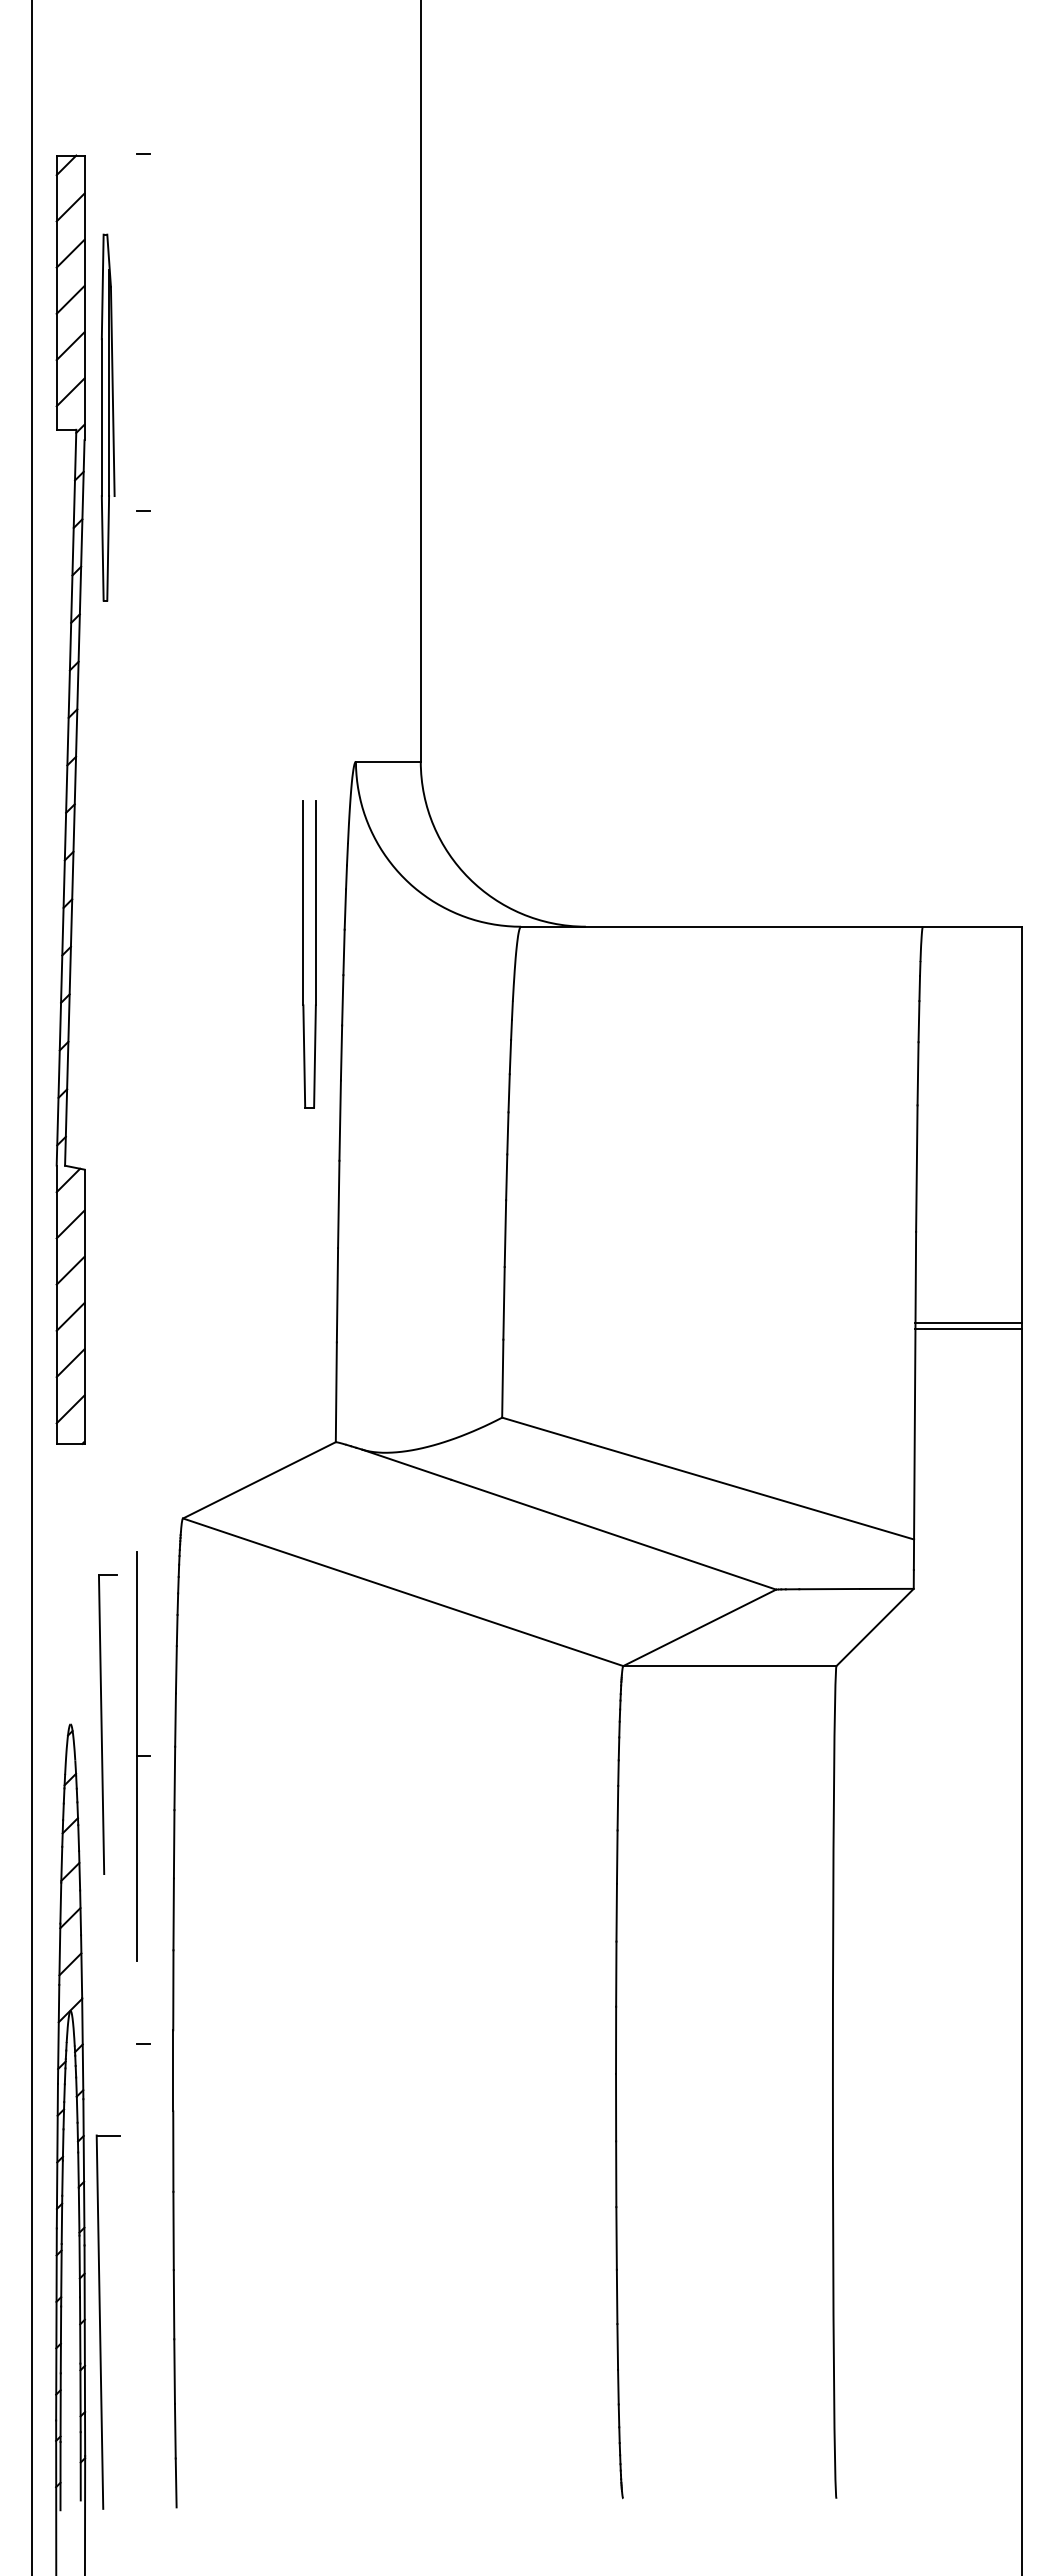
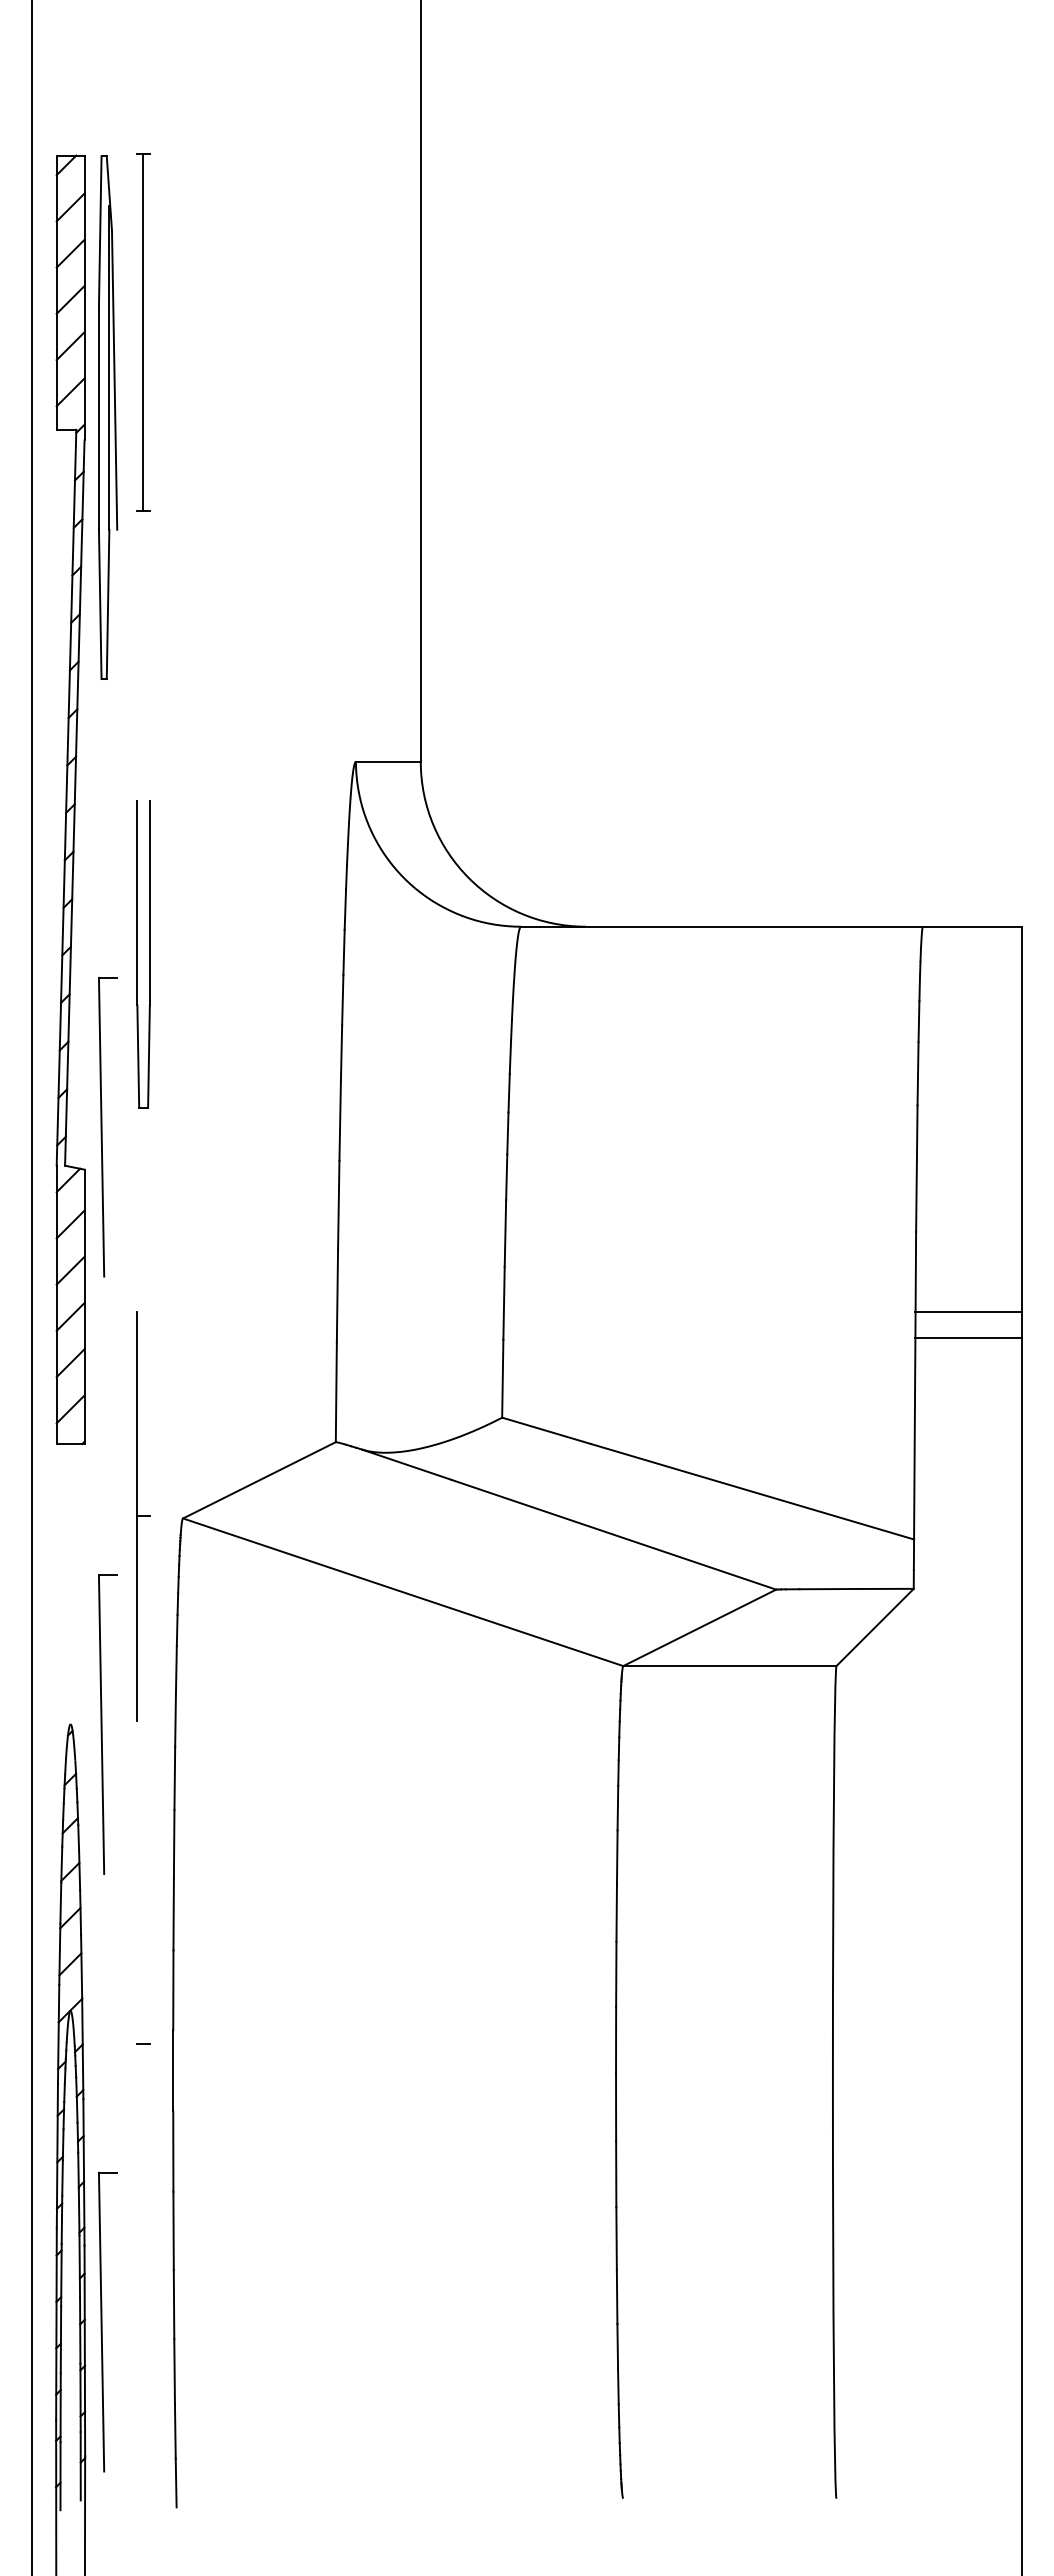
line at (142, 332): none -> present
part at (107, 417) size: 16x369 px -> 21x525 px
part at (309, 954) position: (309, 954) -> (143, 954)
part at (107, 1127): none -> present
line at (968, 1322) position: (968, 1322) -> (968, 1337)
line at (968, 1328) position: (968, 1328) -> (968, 1311)
part at (143, 1756) position: (143, 1756) -> (143, 1516)
part at (107, 2321) size: 26x376 px -> 20x302 px
